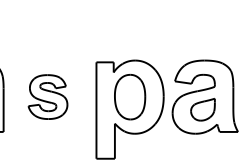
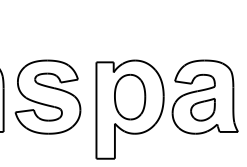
part at (47, 96) size: 42x46 px -> 68x76 px
